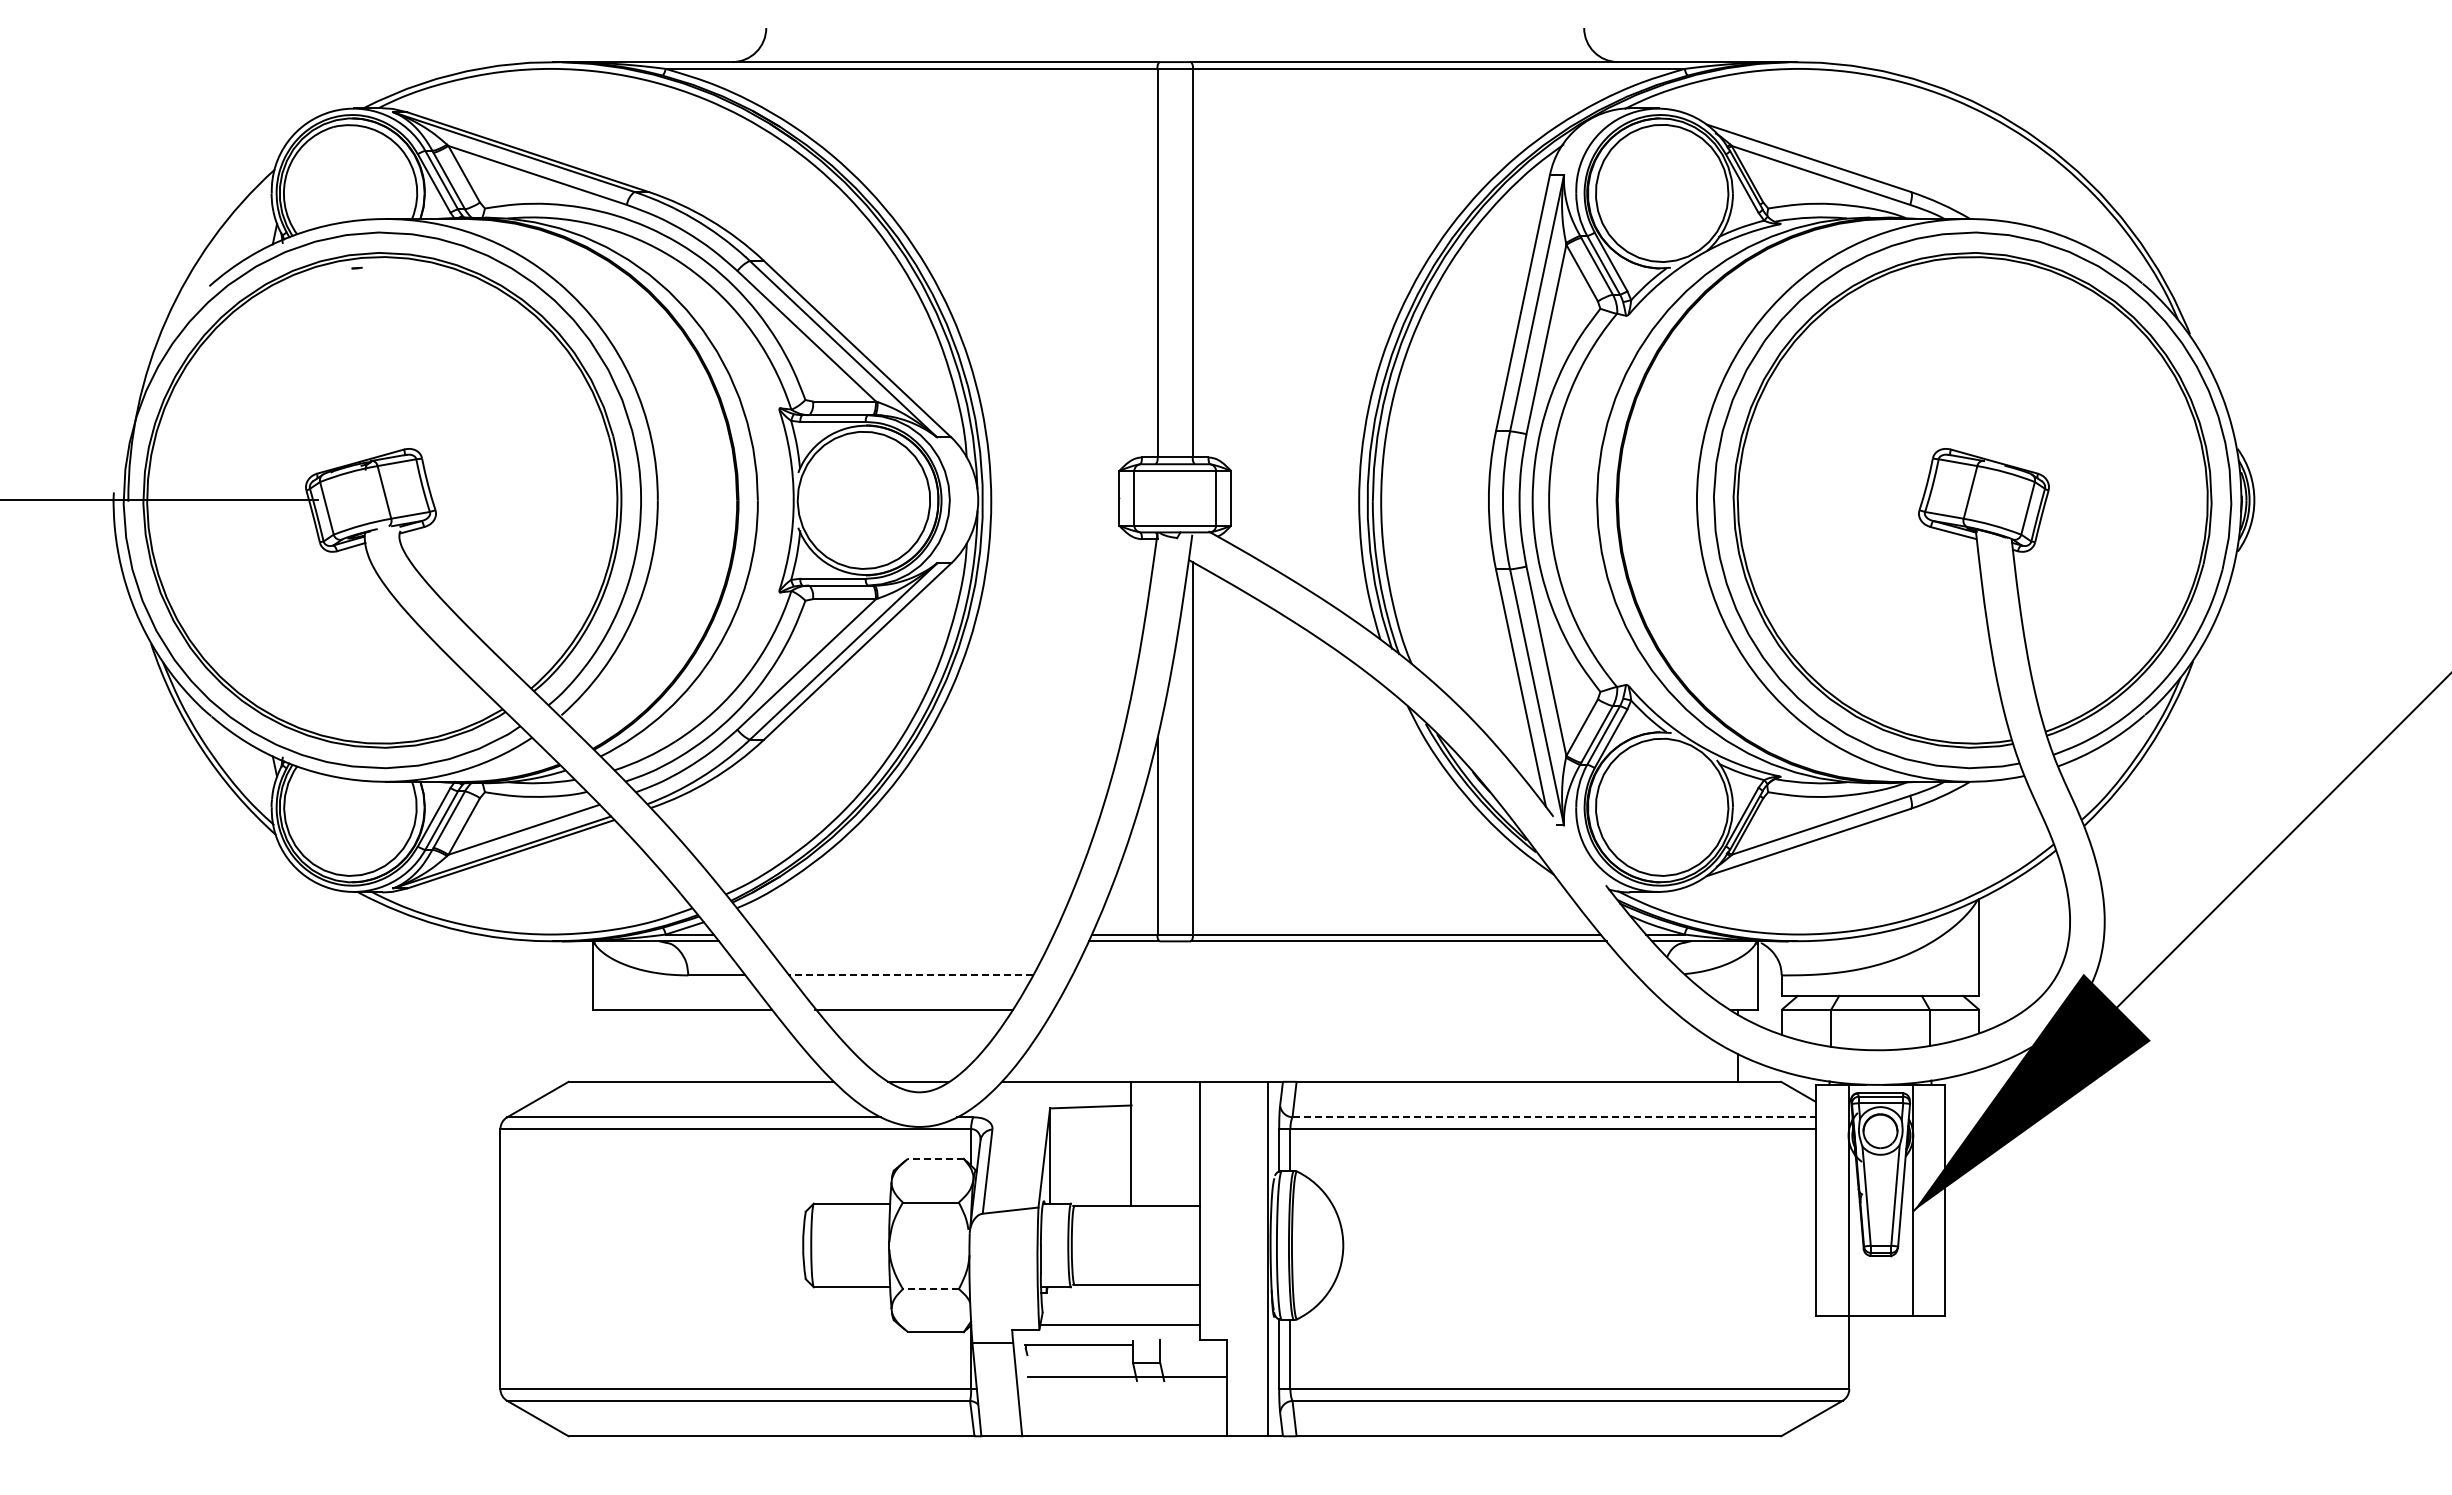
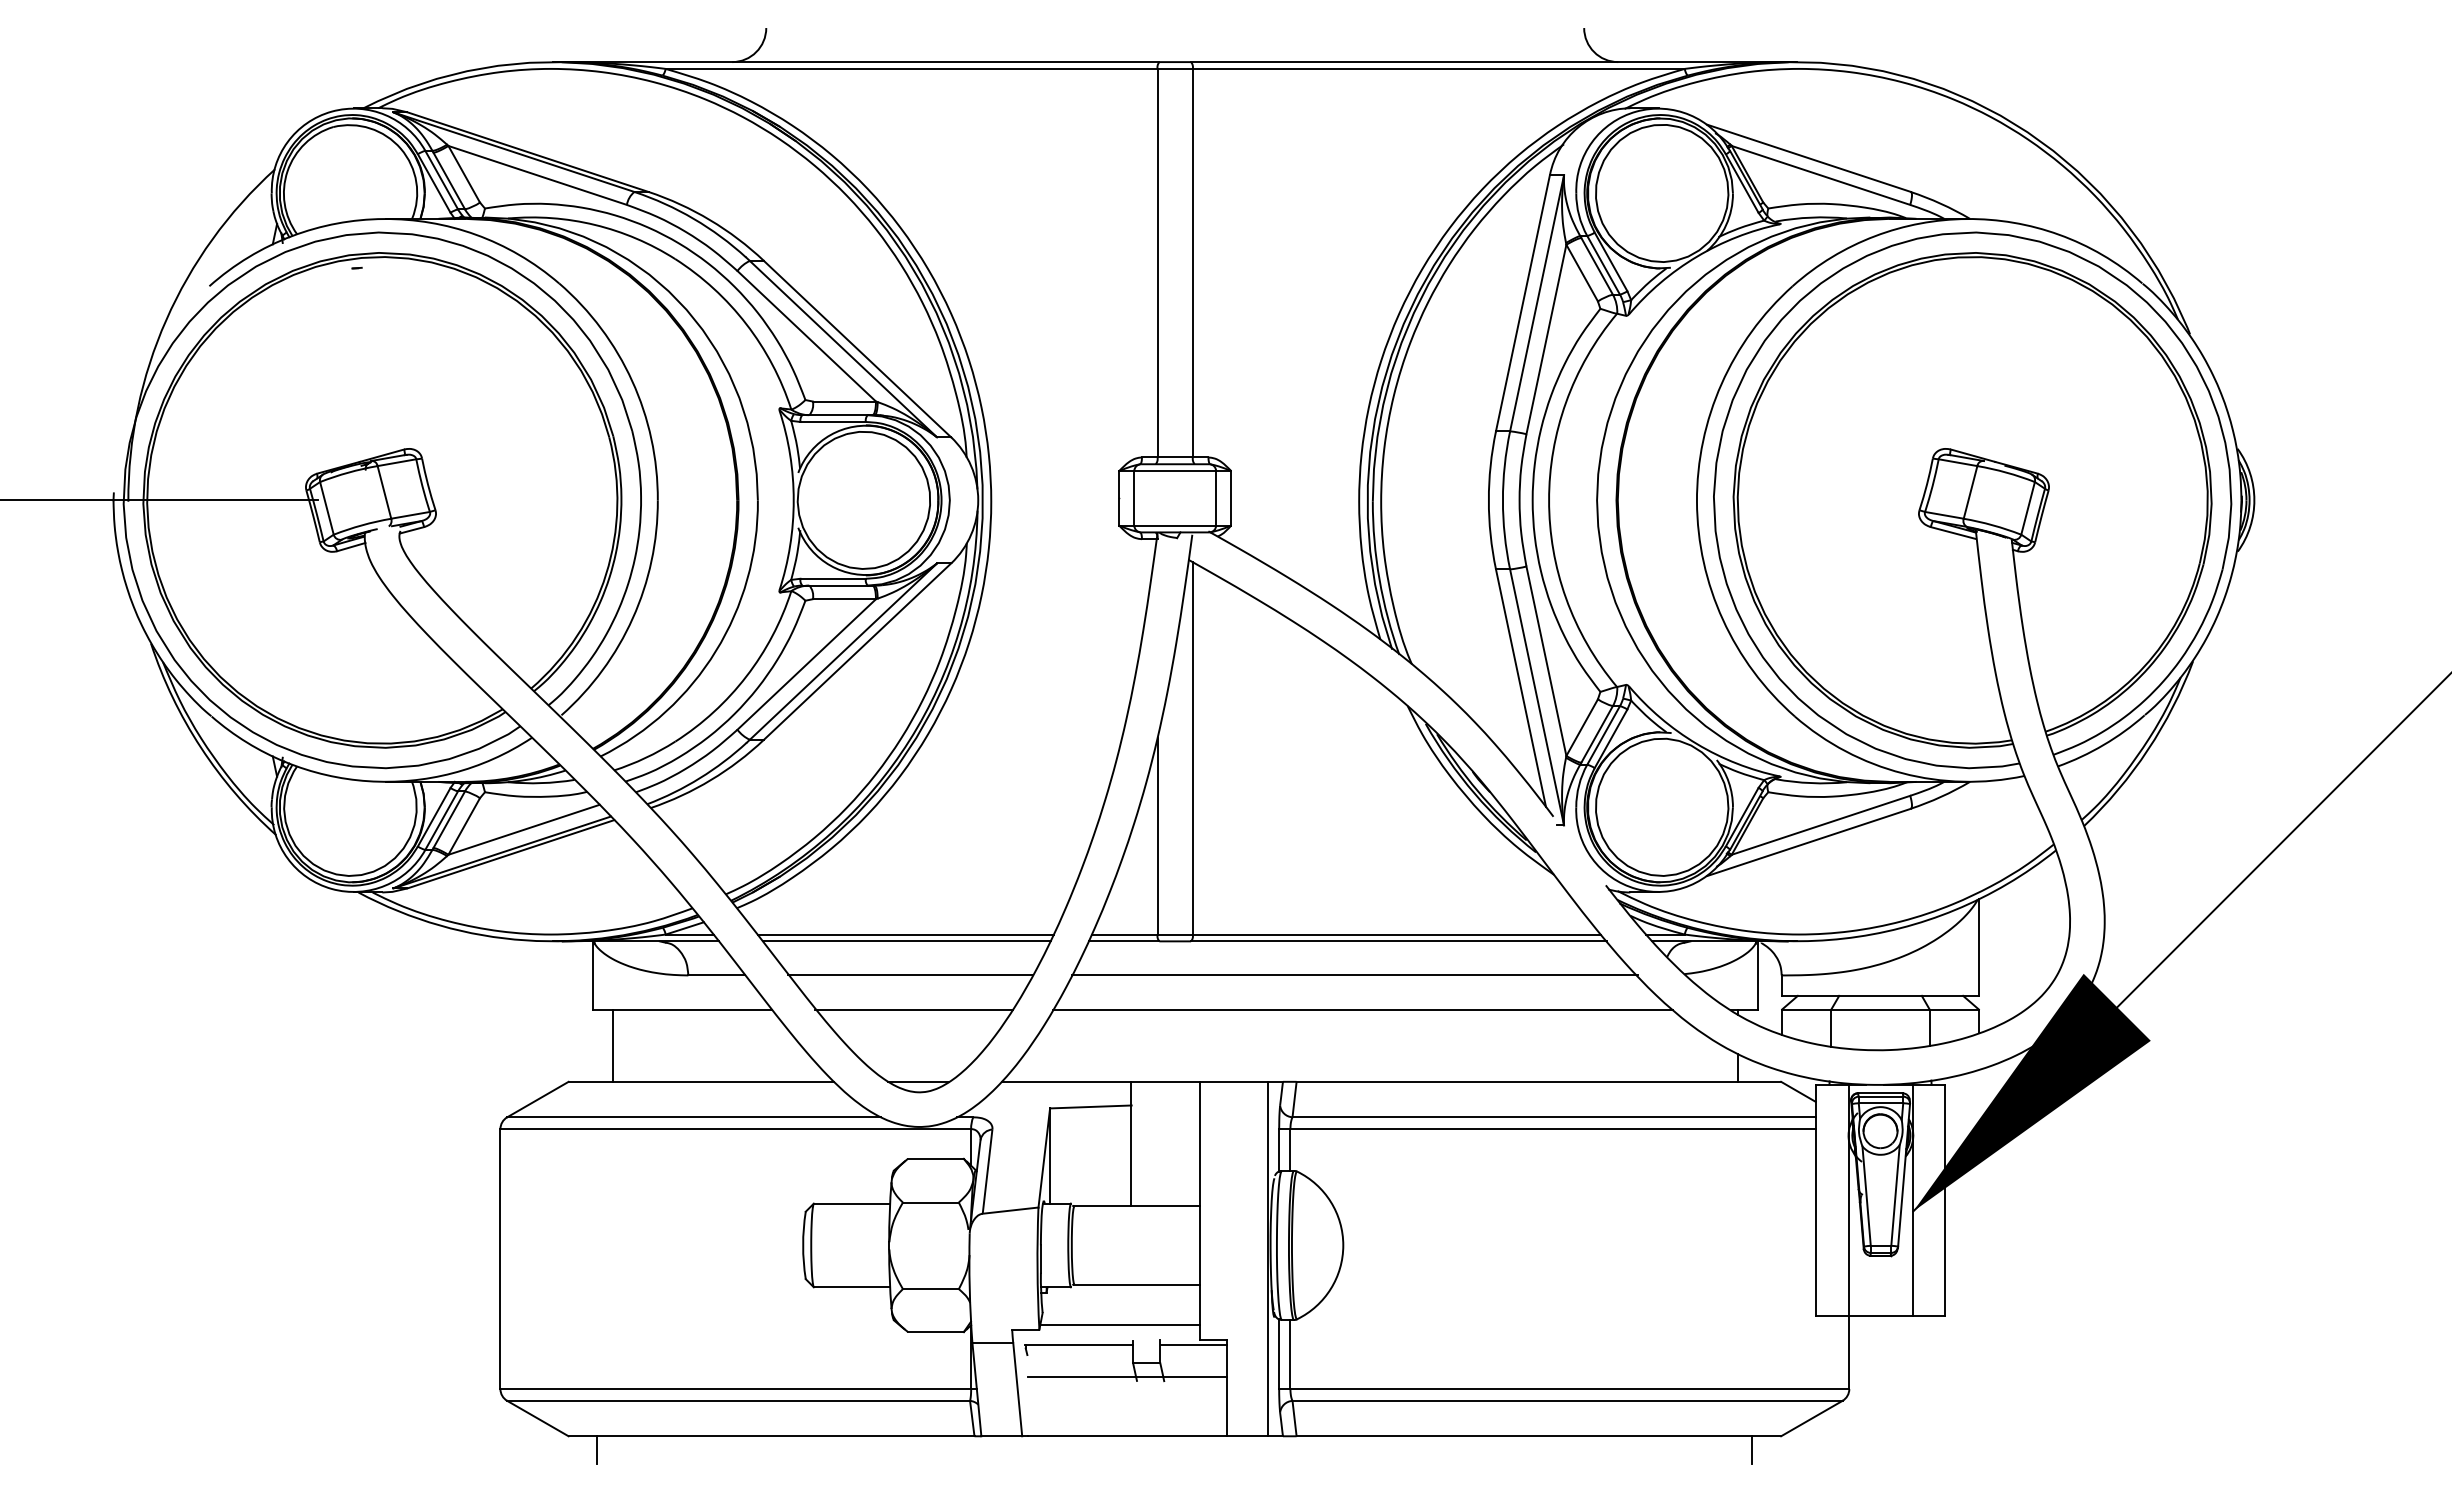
line at (905, 934): none -> present
line at (906, 941): none -> present
line at (910, 975): dashed -> solid
line at (1354, 975): none -> present
line at (1363, 1009): none -> present
line at (612, 1045): none -> present
line at (1554, 1117): dashed -> solid
line at (935, 1158): dashed -> solid
line at (930, 1289): dashed -> solid
line at (1193, 1344): none -> present
line at (596, 1449): none -> present
line at (1752, 1449): none -> present
